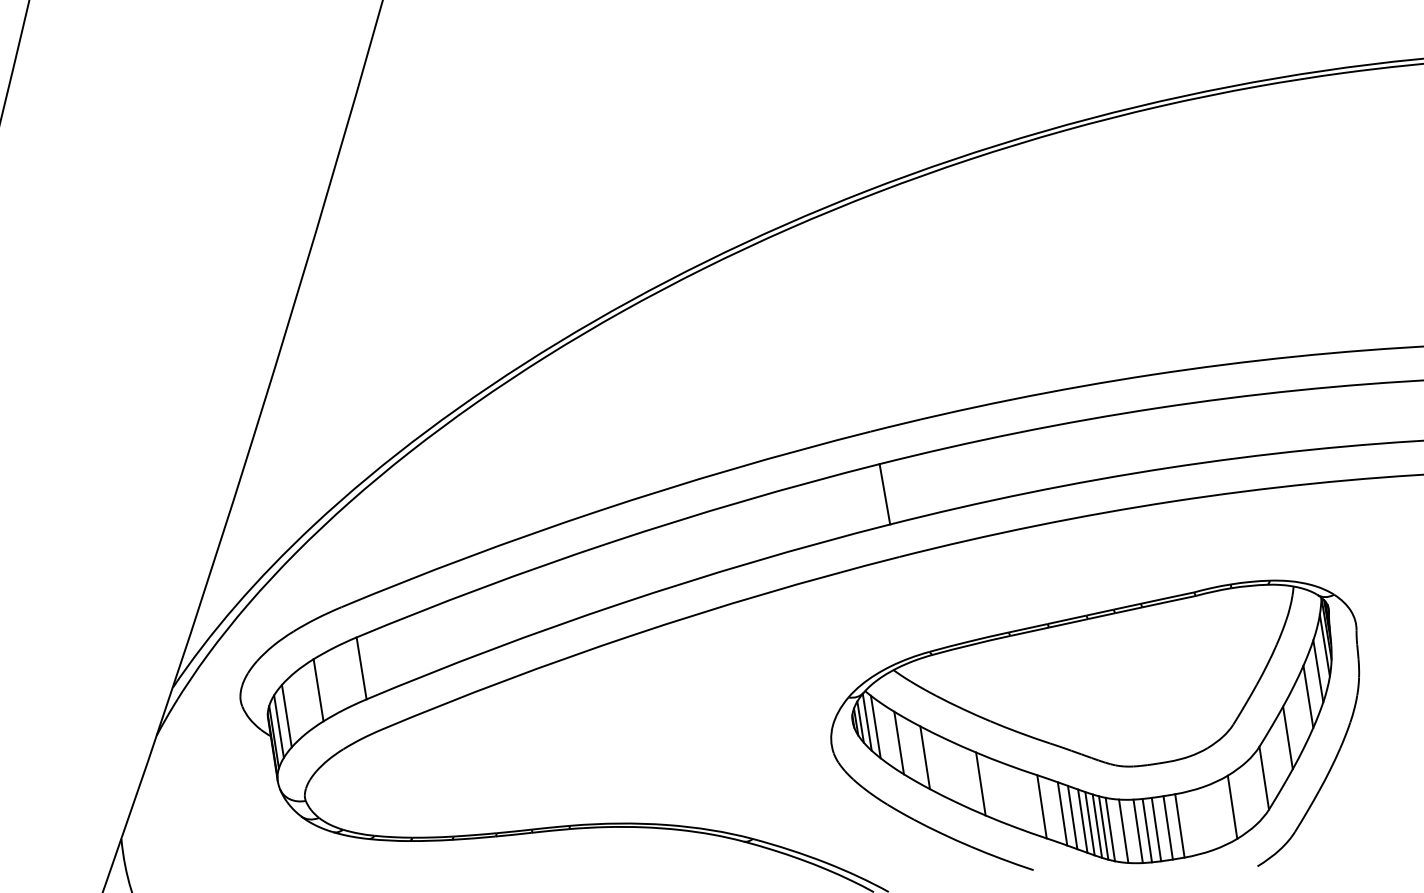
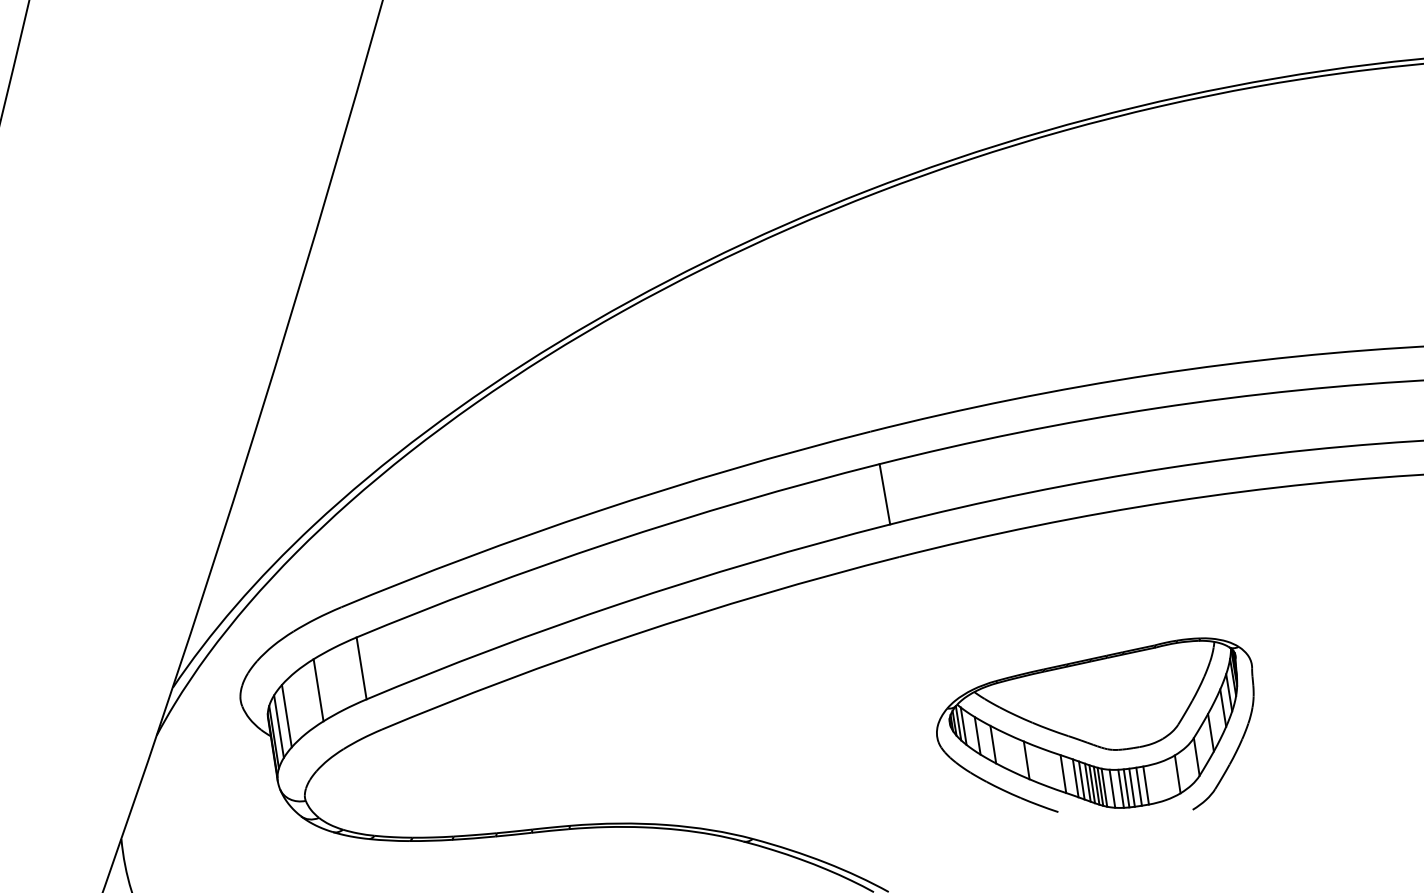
part at (1095, 724) size: 531x292 px -> 319x176 px
